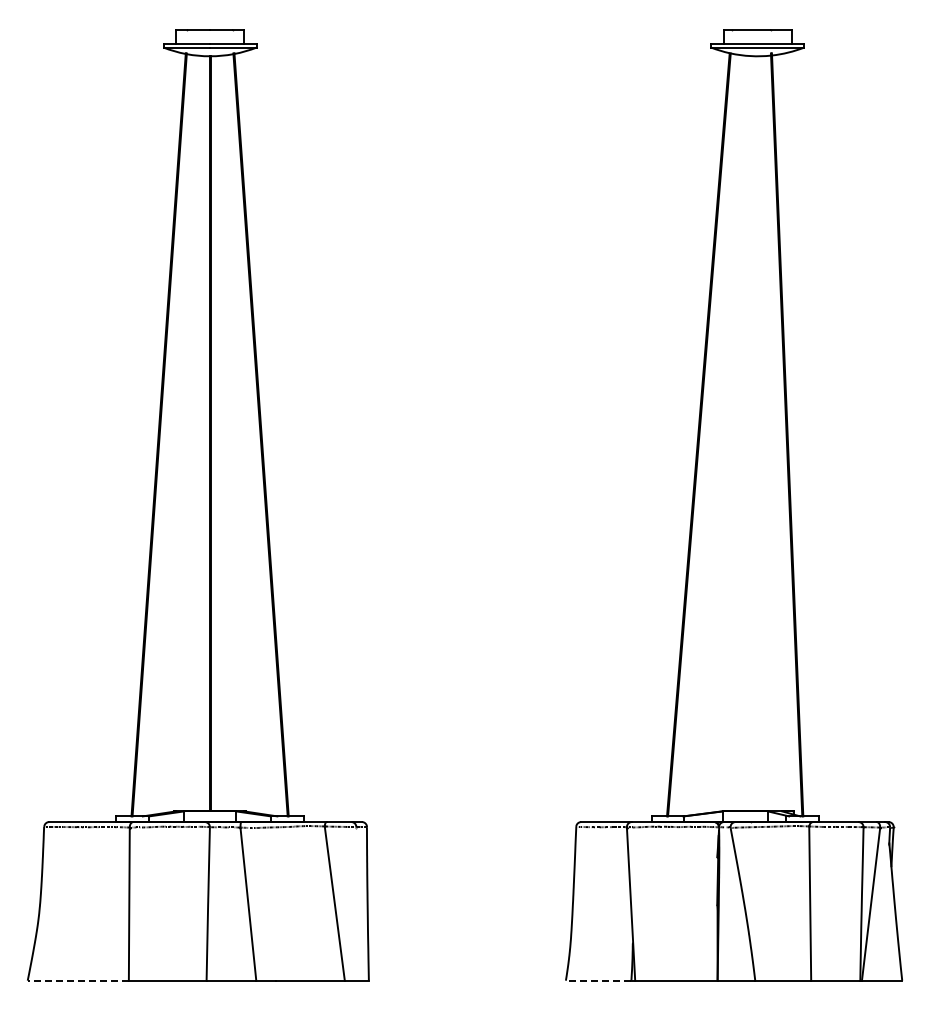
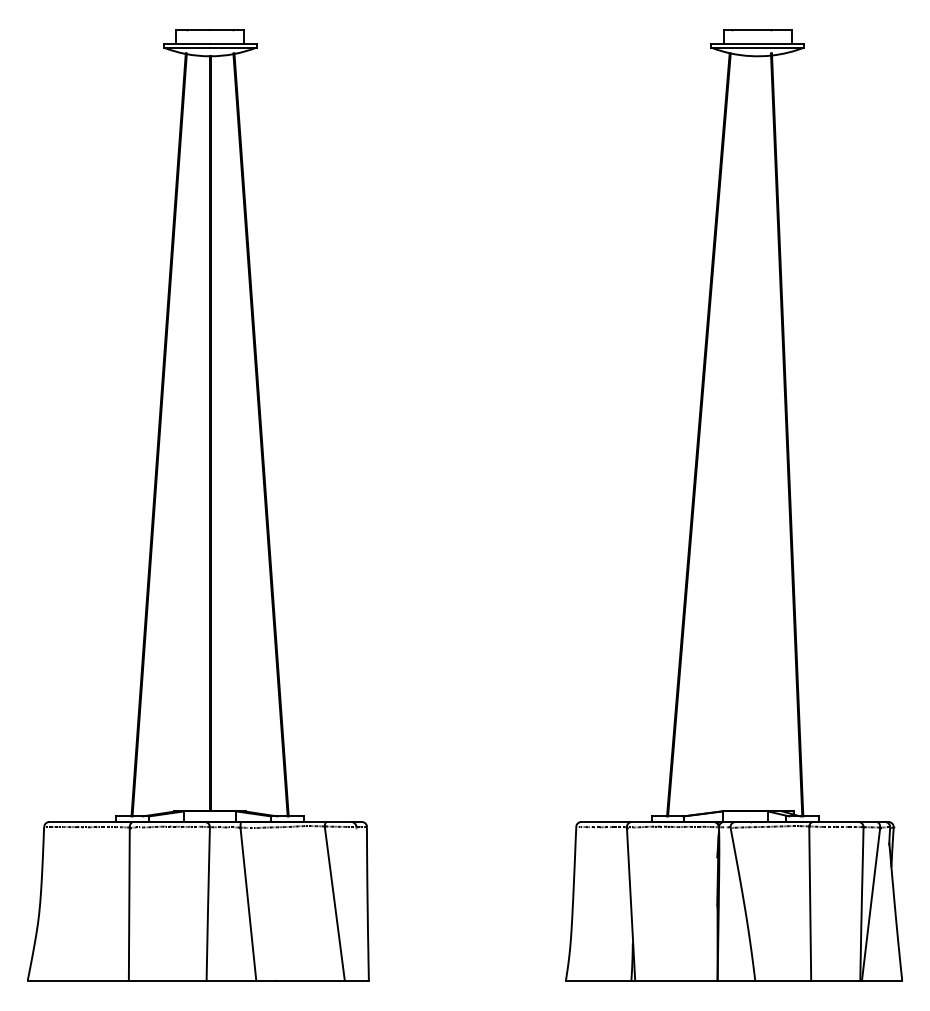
line at (78, 980): dashed -> solid
line at (598, 980): dashed -> solid
